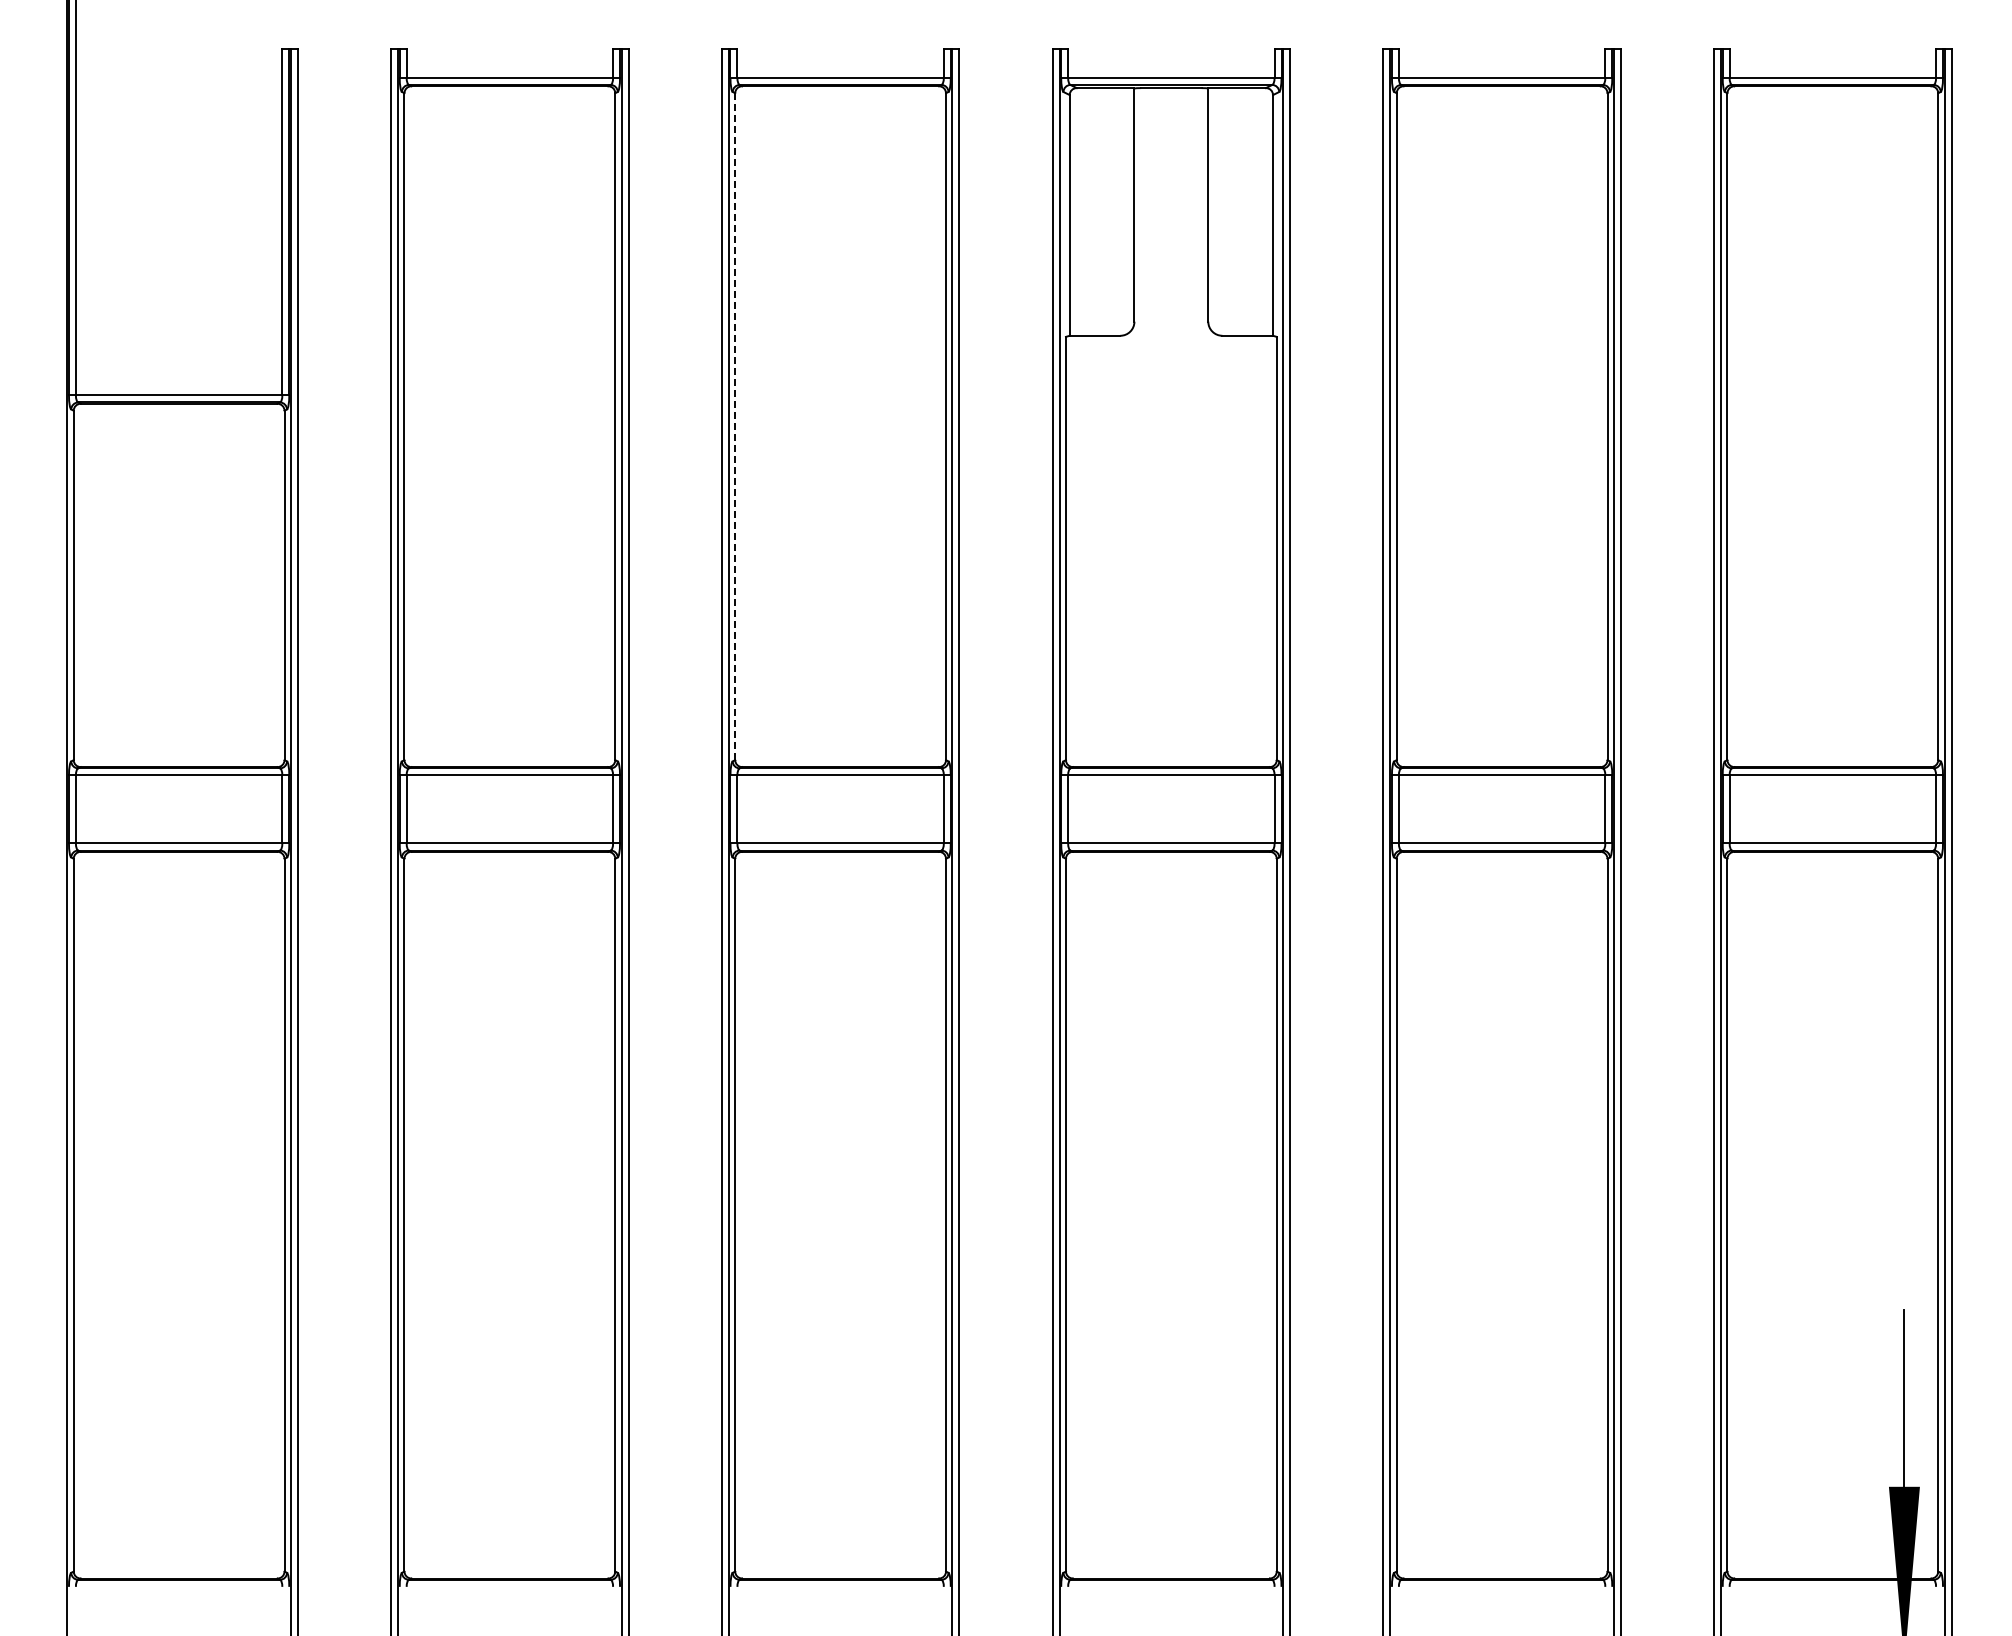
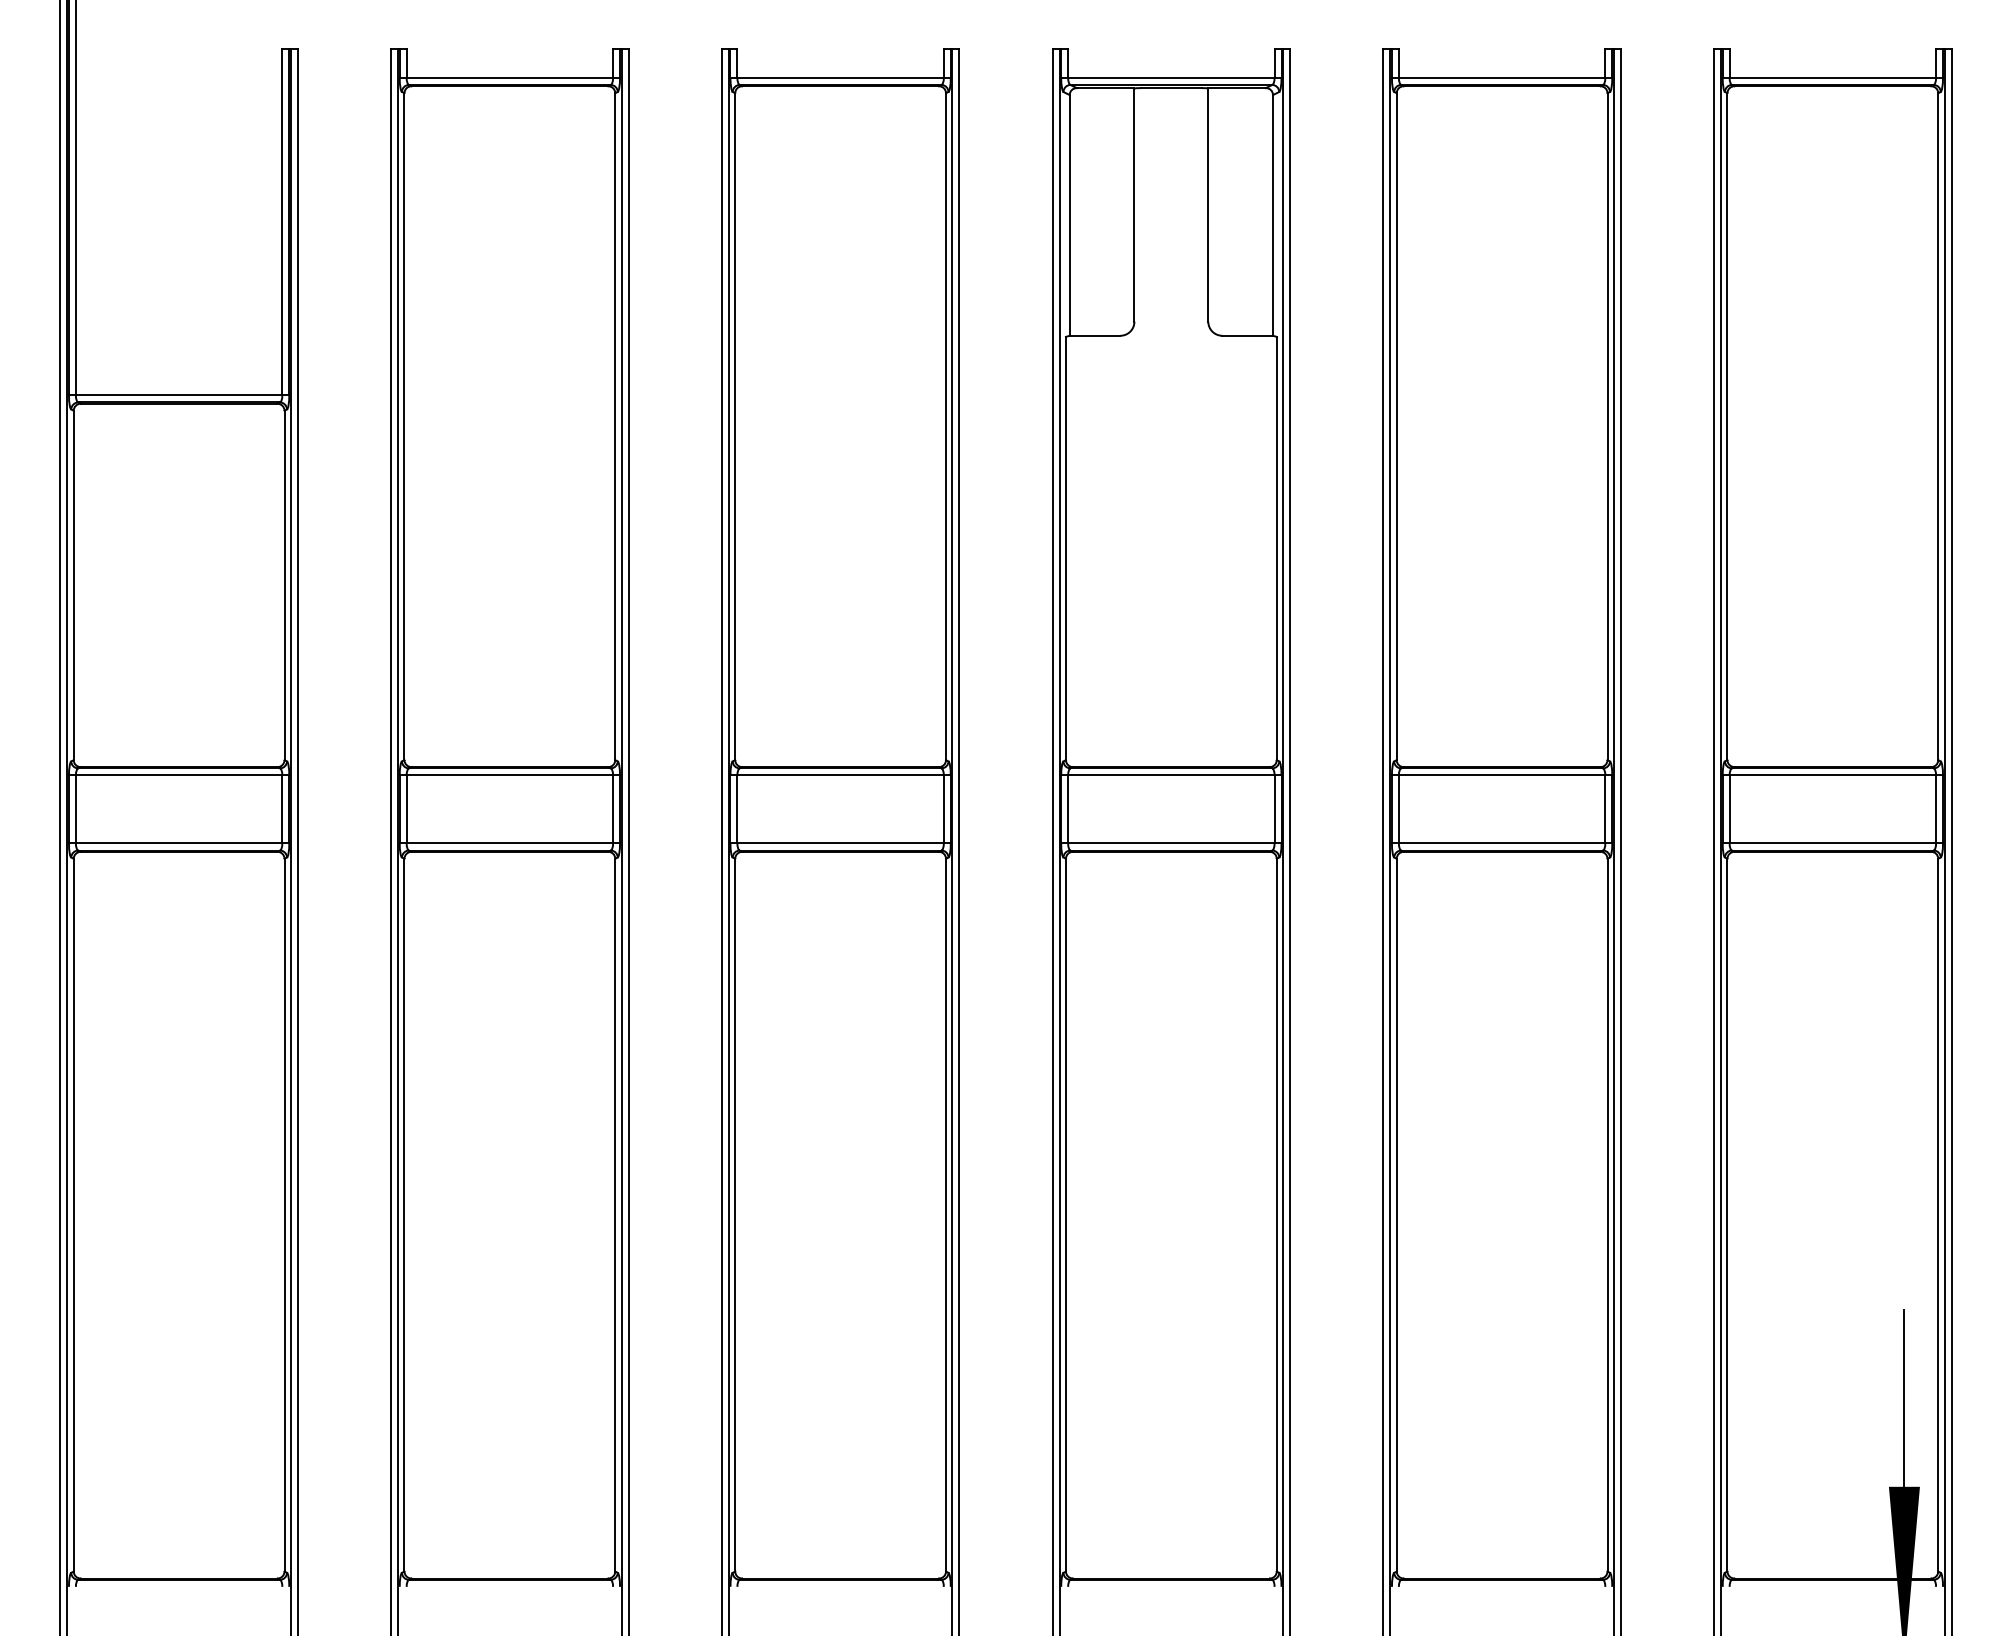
line at (735, 427): dashed -> solid
line at (60, 817): none -> present
